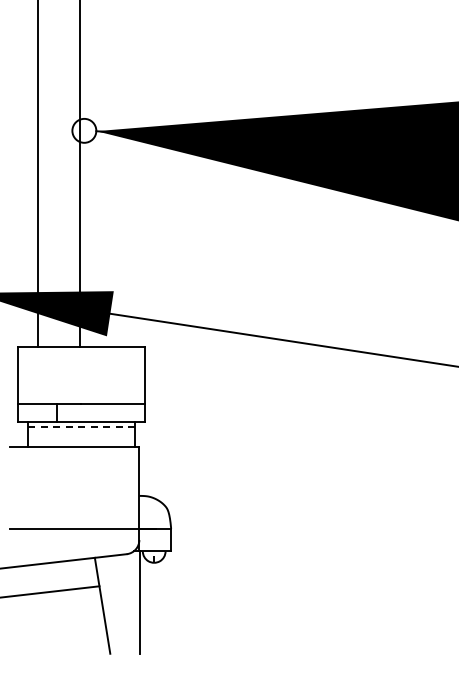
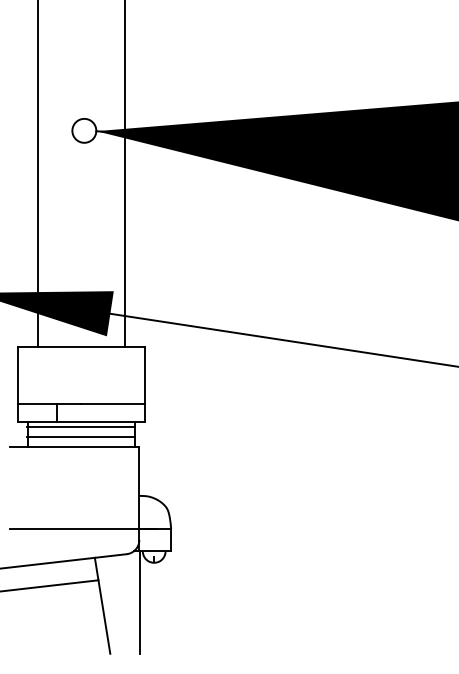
line at (80, 174) position: (80, 174) -> (125, 174)
line at (80, 426): dashed -> solid
line at (81, 436): none -> present
line at (50, 591) position: (50, 591) -> (50, 585)
